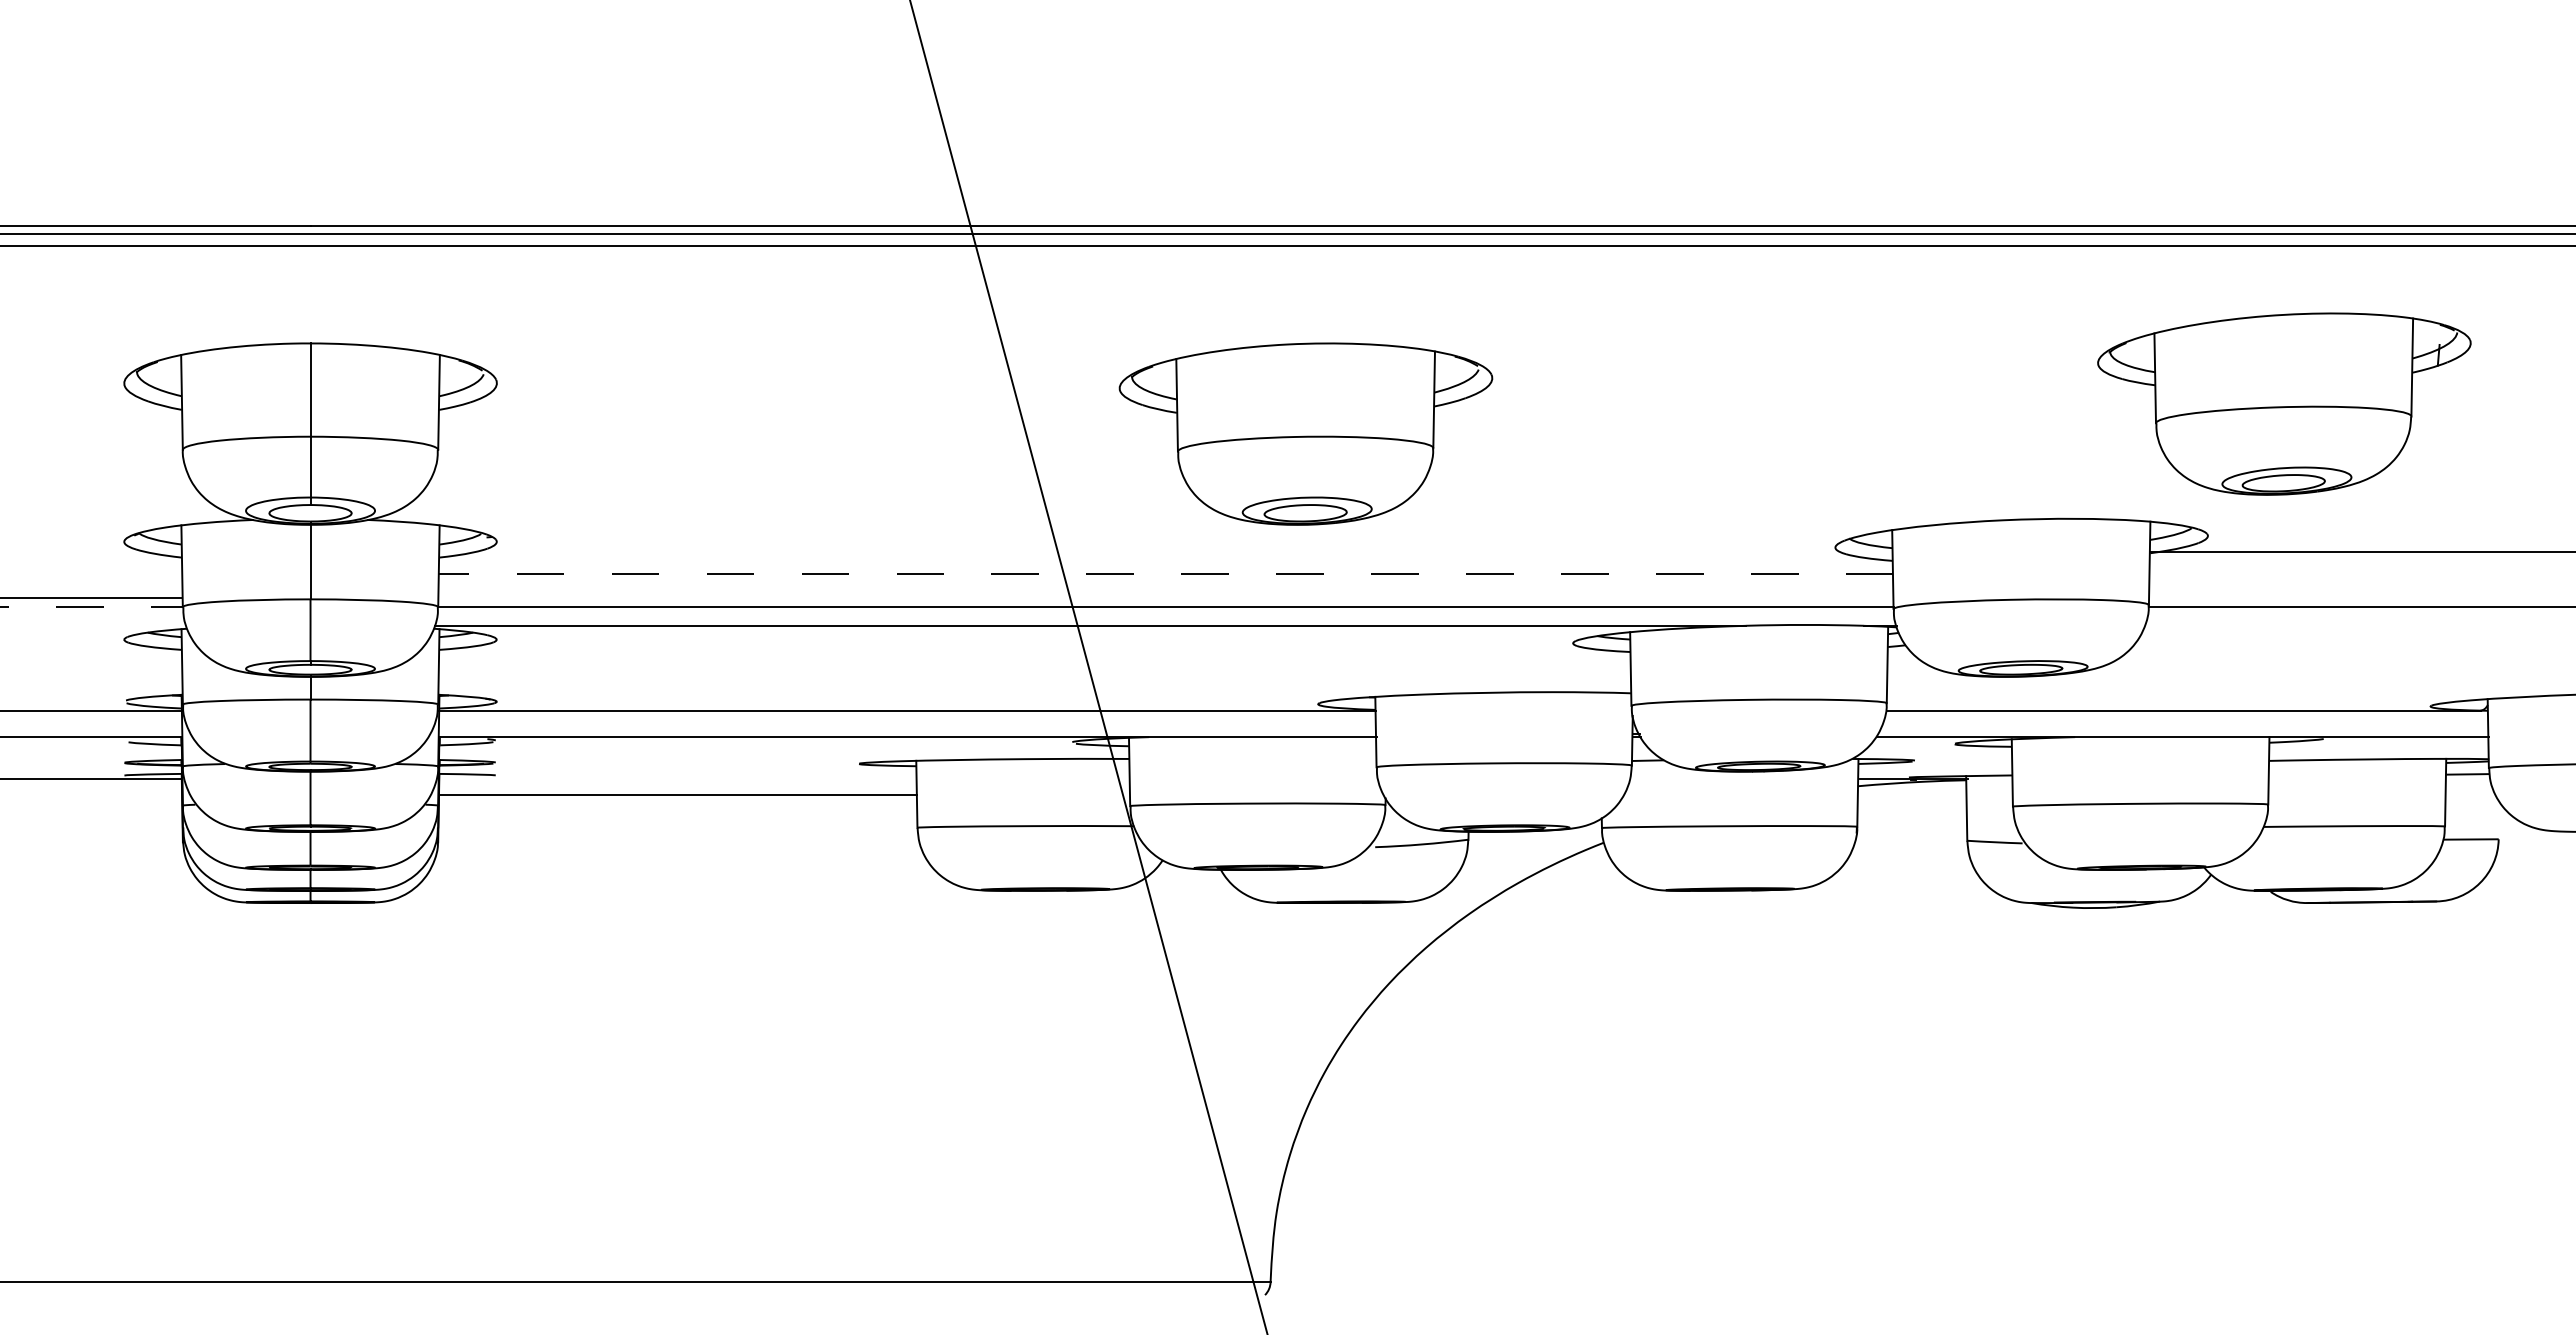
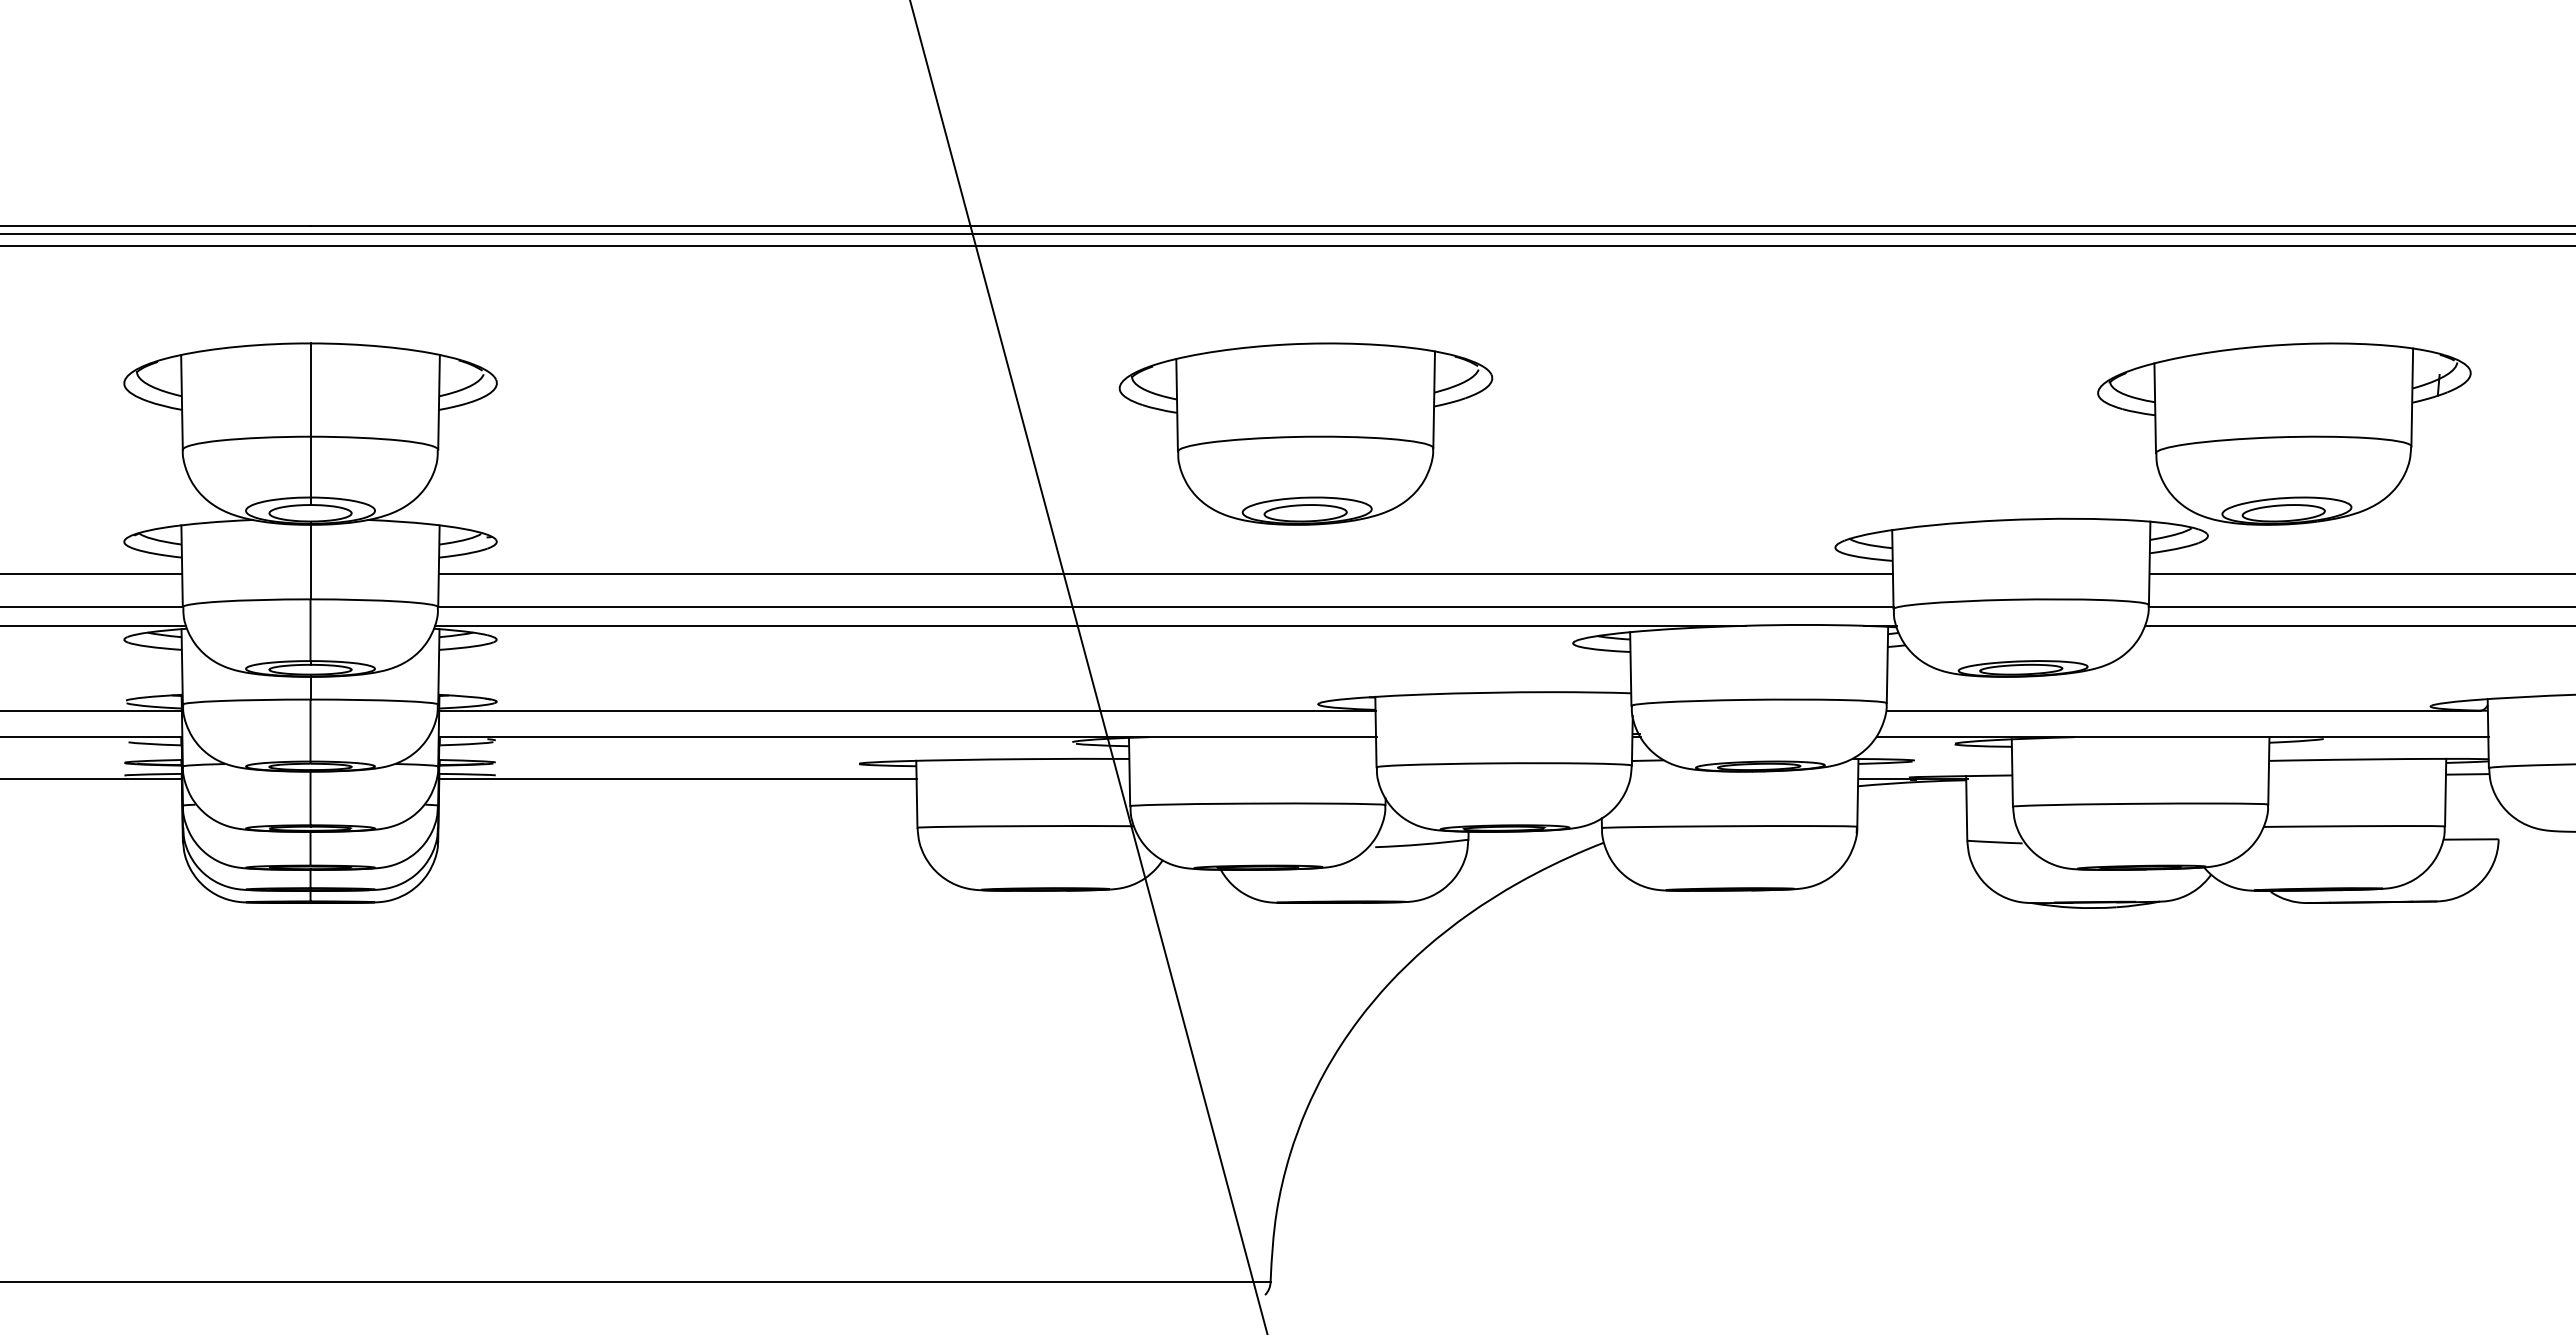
part at (2284, 403) position: (2284, 403) -> (2284, 433)
line at (2361, 552) position: (2361, 552) -> (2361, 574)
line at (1165, 574): dashed -> solid
line at (92, 598) position: (92, 598) -> (92, 574)
line at (91, 607): dashed -> solid
line at (94, 625): none -> present
line at (2358, 625): none -> present
line at (678, 795) position: (678, 795) -> (678, 779)
